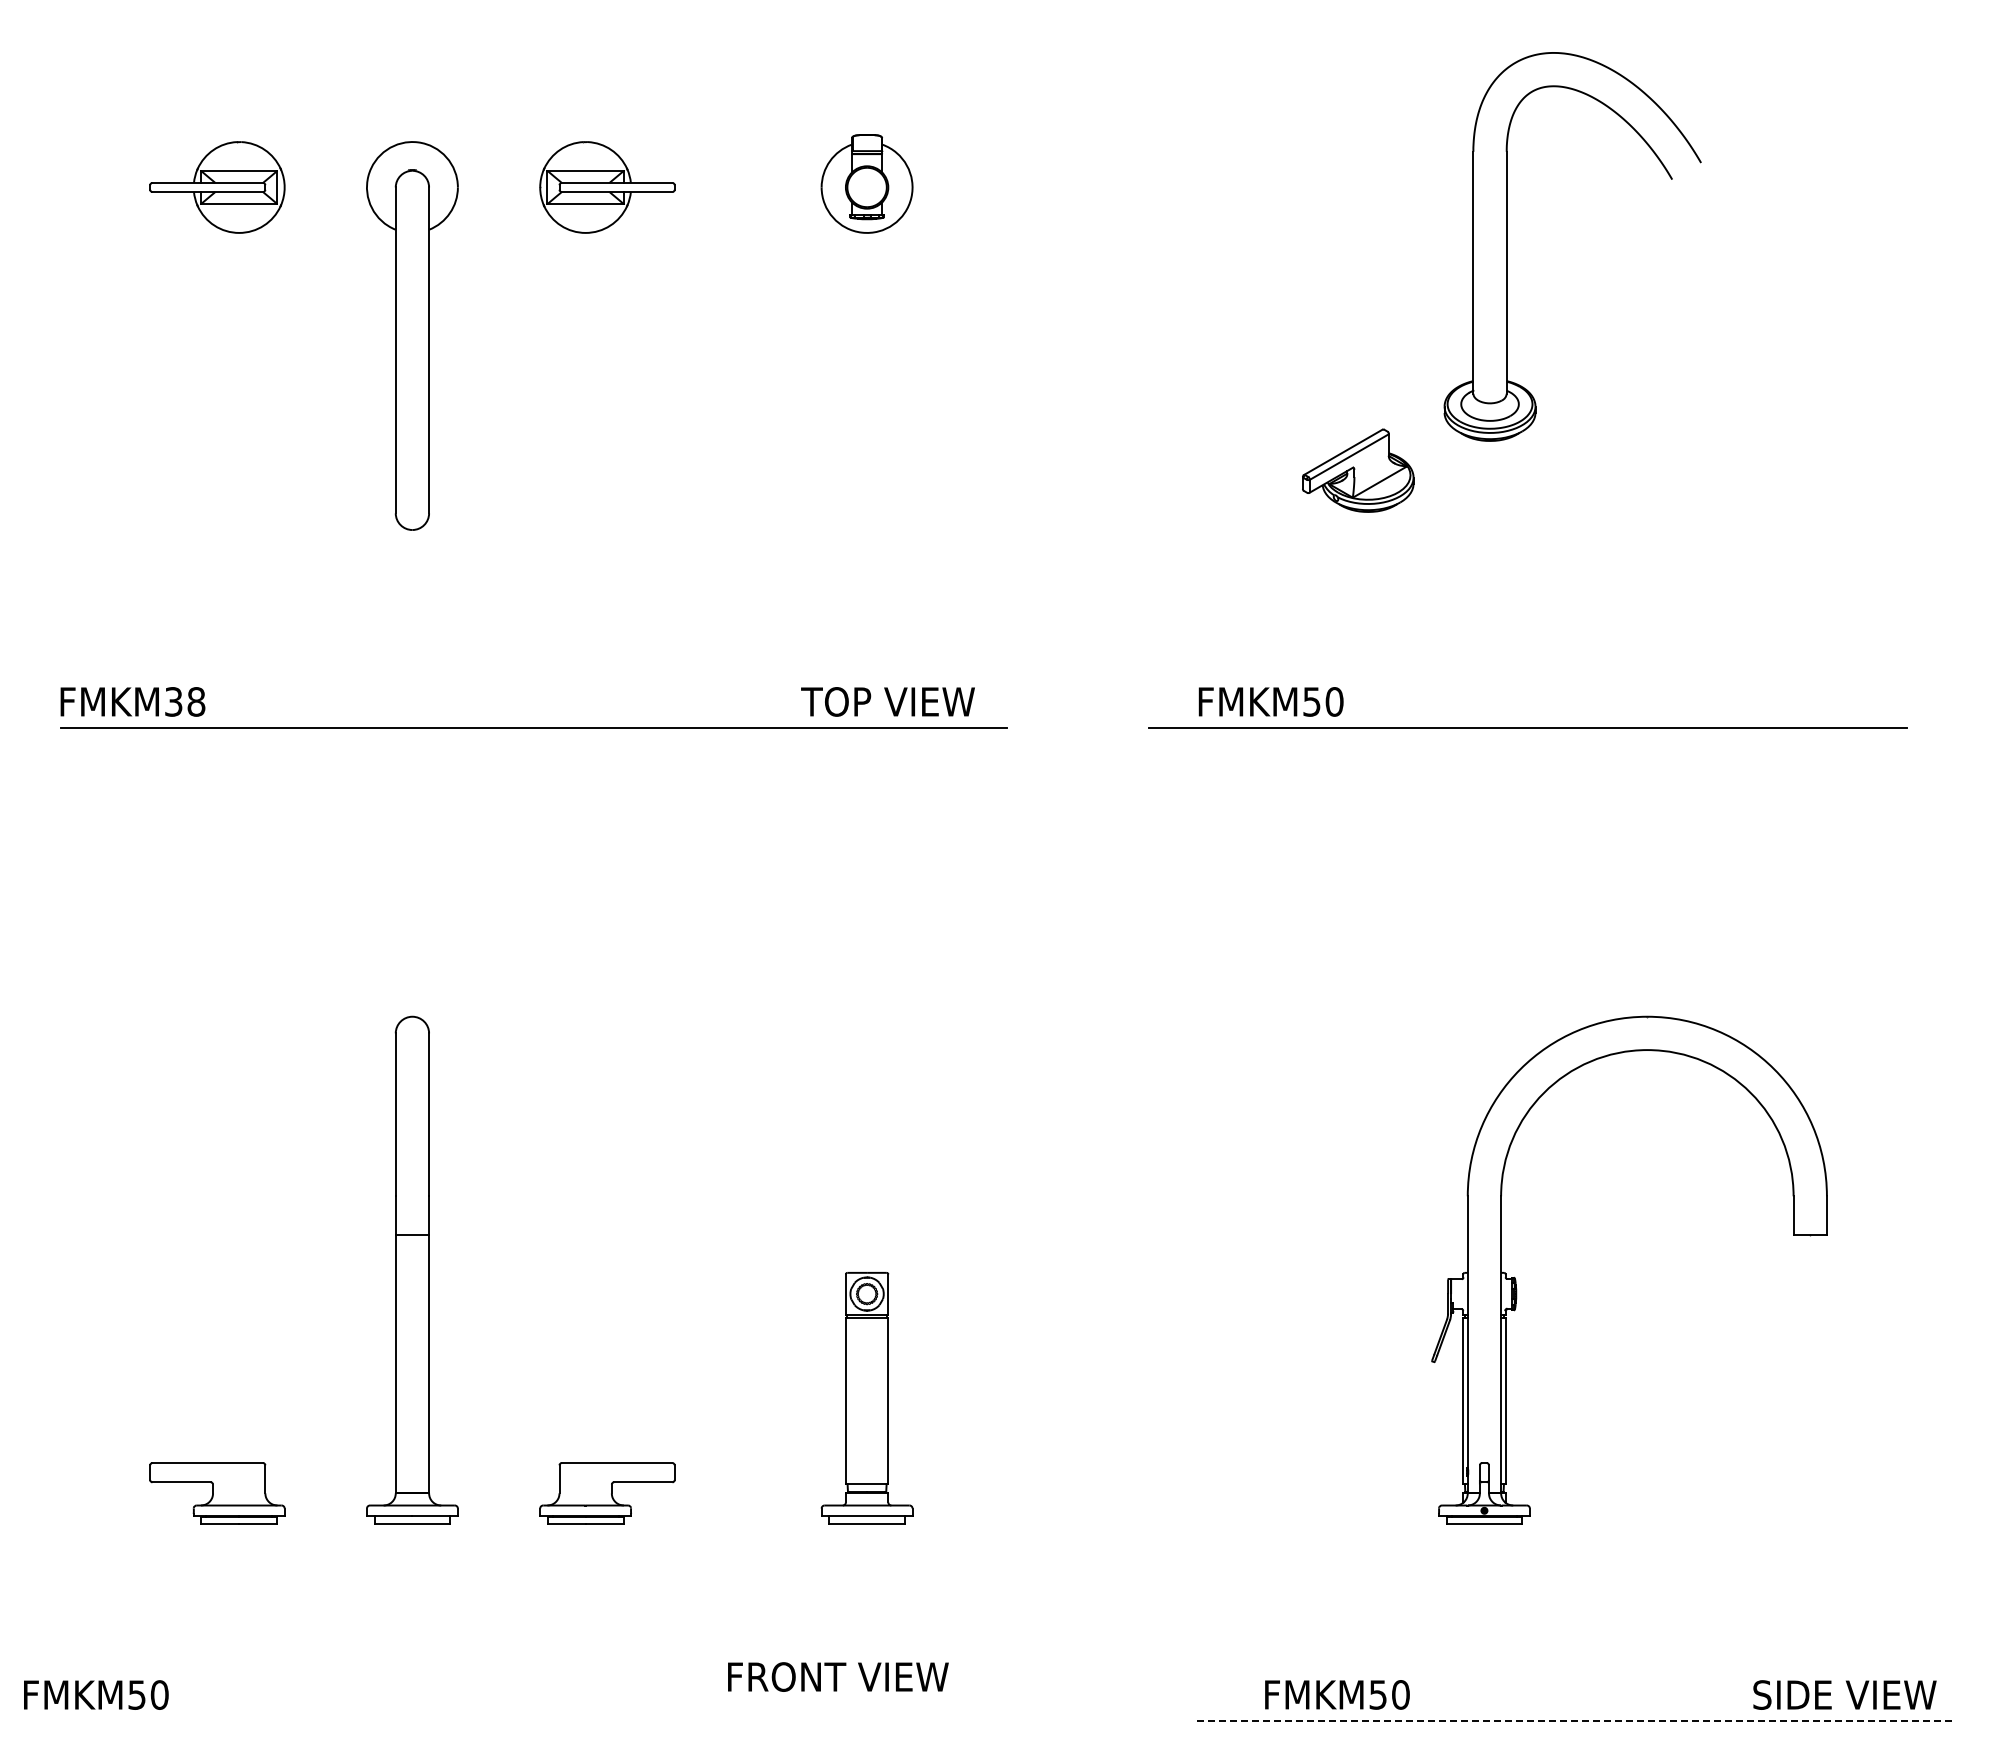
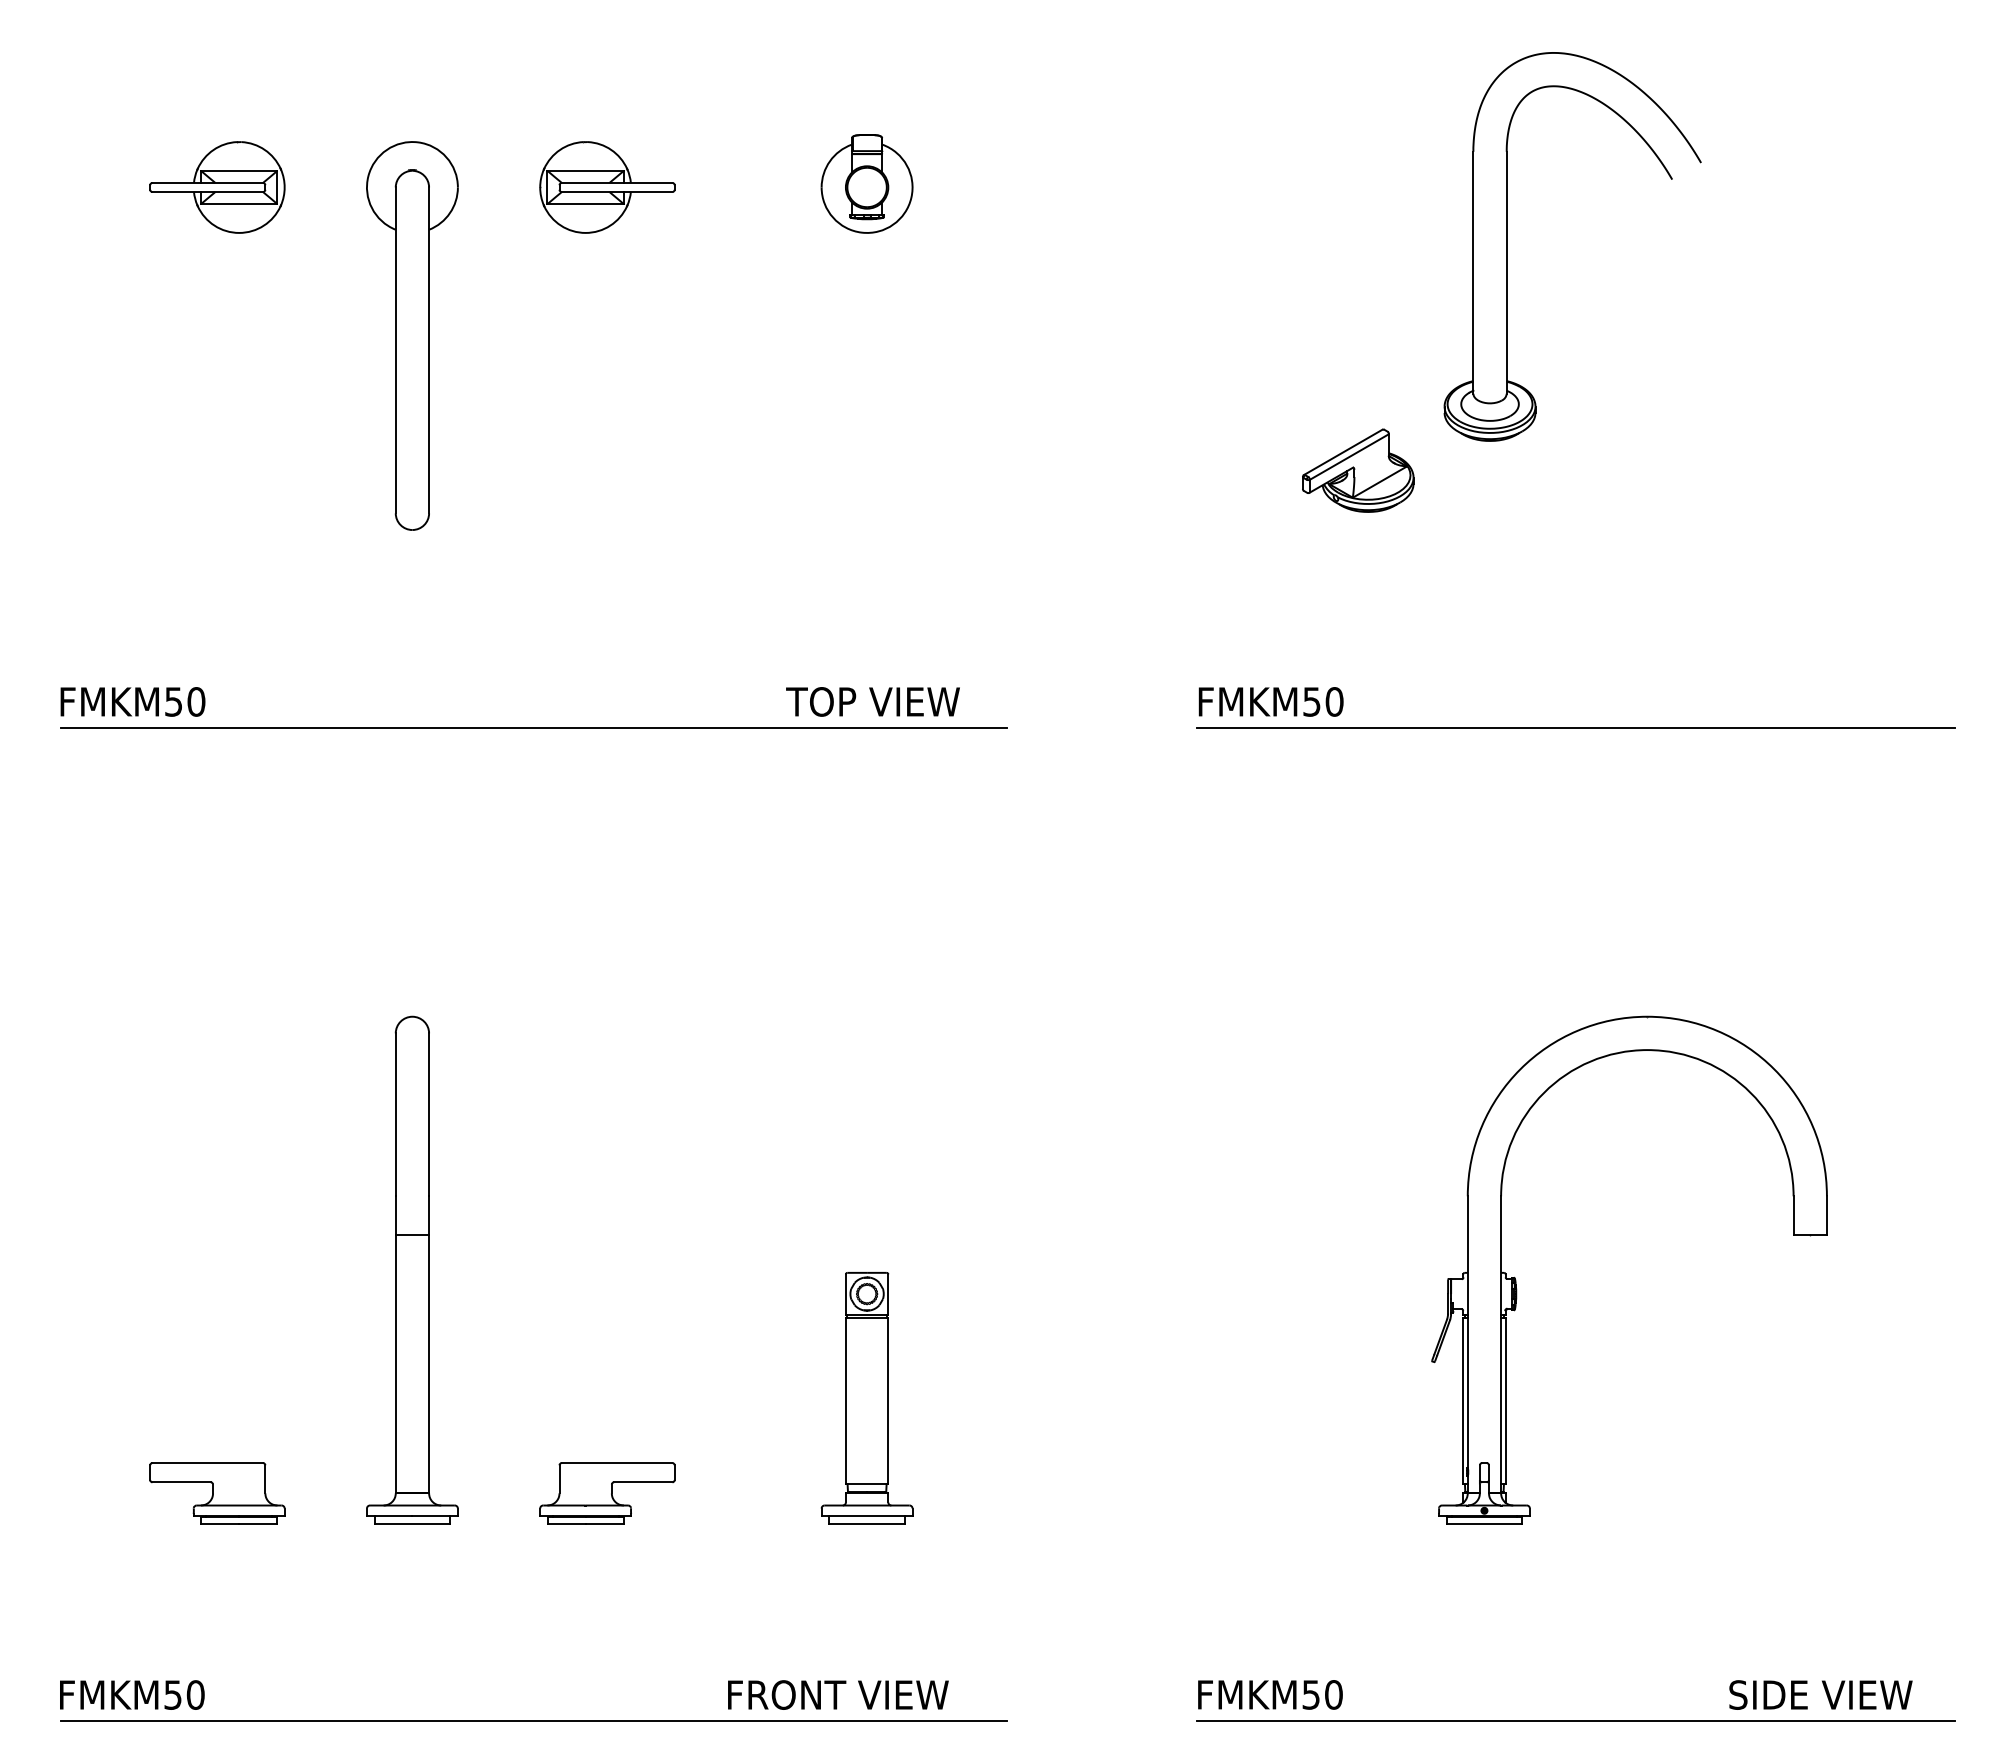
text at (185, 701): FMKM38 -> FMKM50
text at (887, 701) position: (887, 701) -> (872, 701)
line at (1527, 727) position: (1527, 727) -> (1575, 727)
text at (838, 1676) position: (838, 1676) -> (838, 1694)
text at (96, 1694) position: (96, 1694) -> (132, 1694)
text at (1337, 1694) position: (1337, 1694) -> (1270, 1694)
text at (1844, 1694) position: (1844, 1694) -> (1820, 1694)
line at (533, 1720): none -> present
line at (1575, 1720): dashed -> solid
